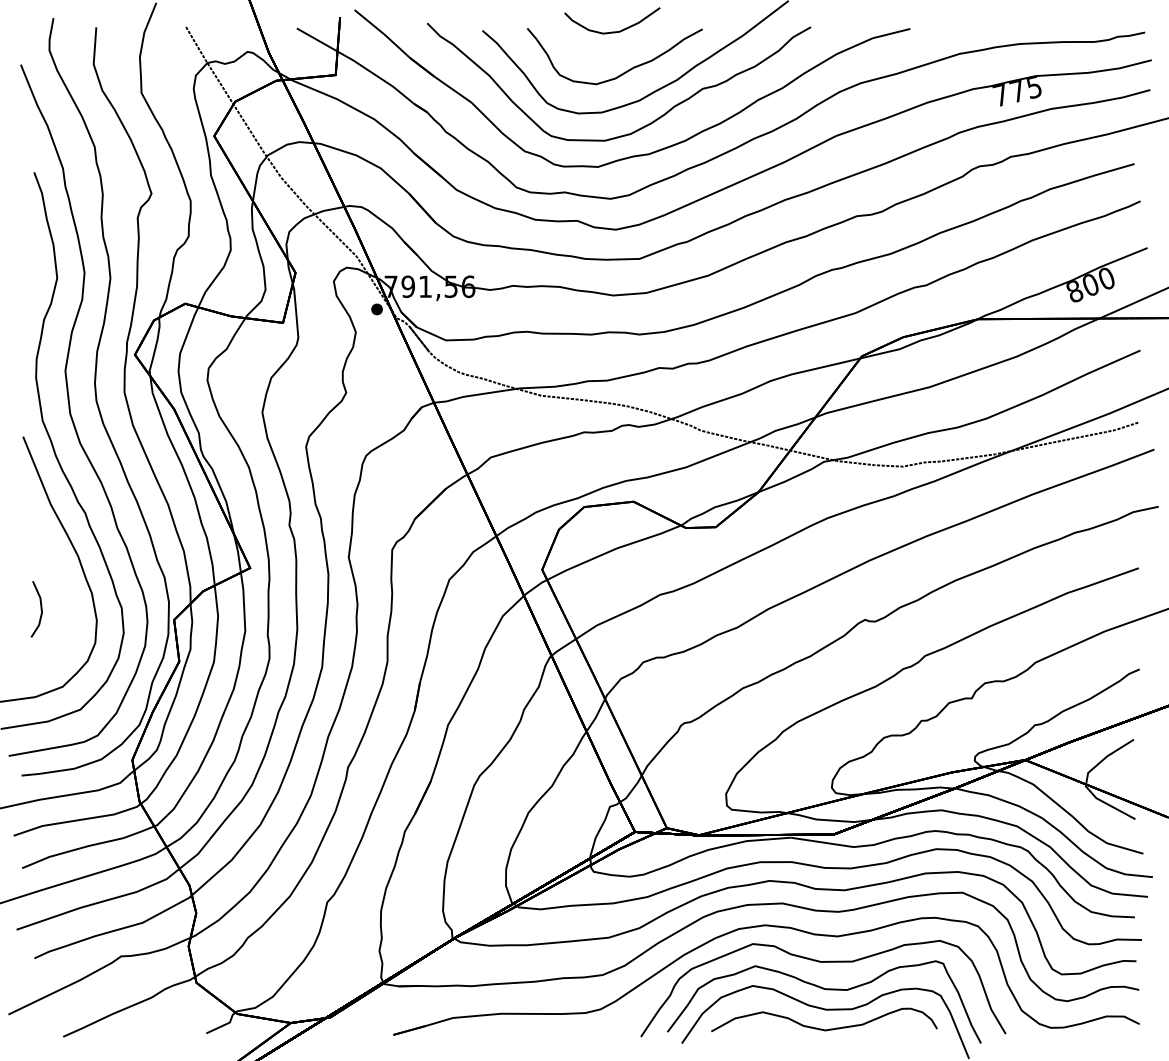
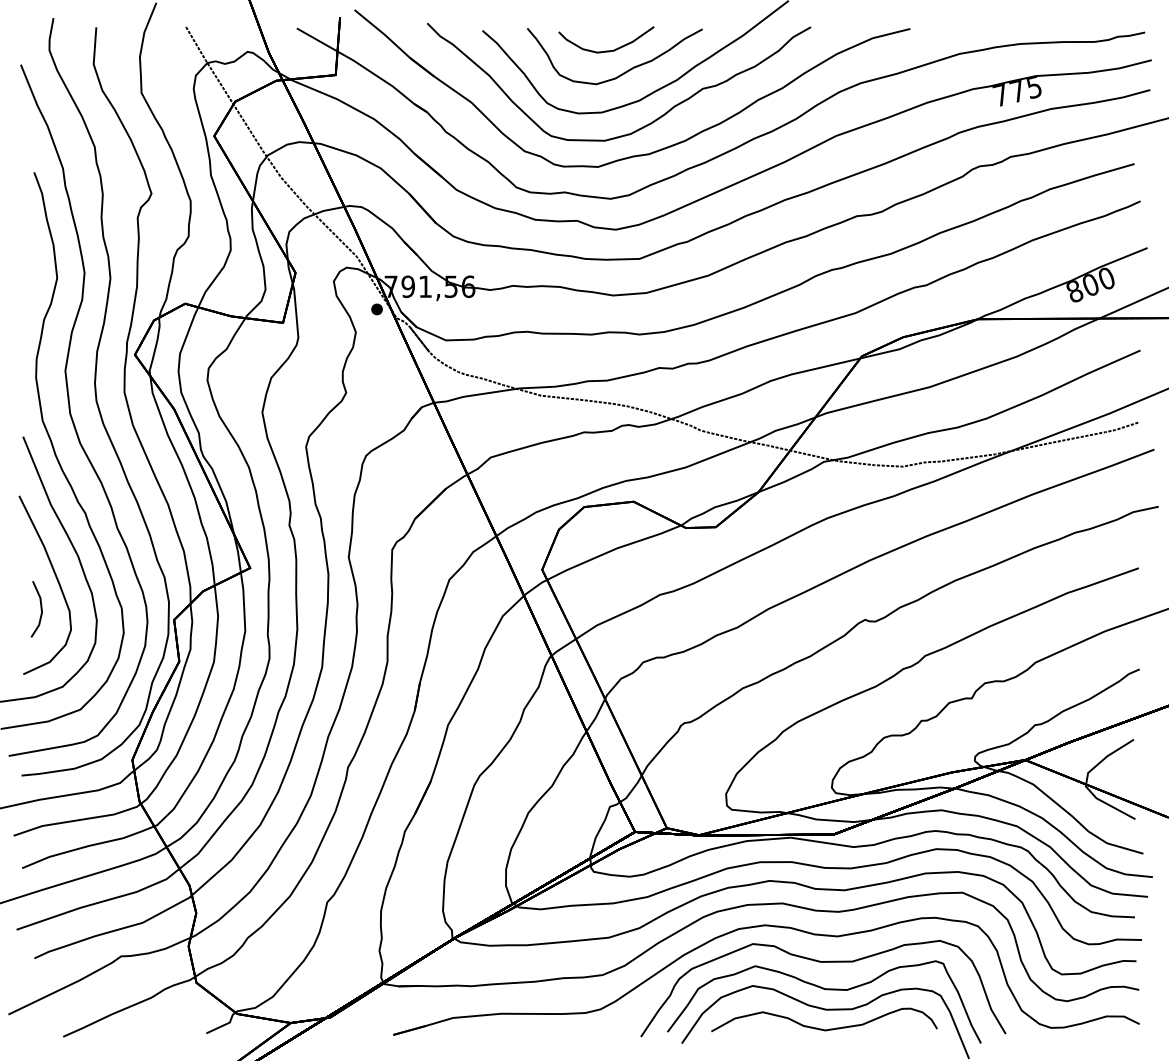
part at (612, 31) position: (612, 31) -> (606, 50)
part at (56, 579): none -> present
